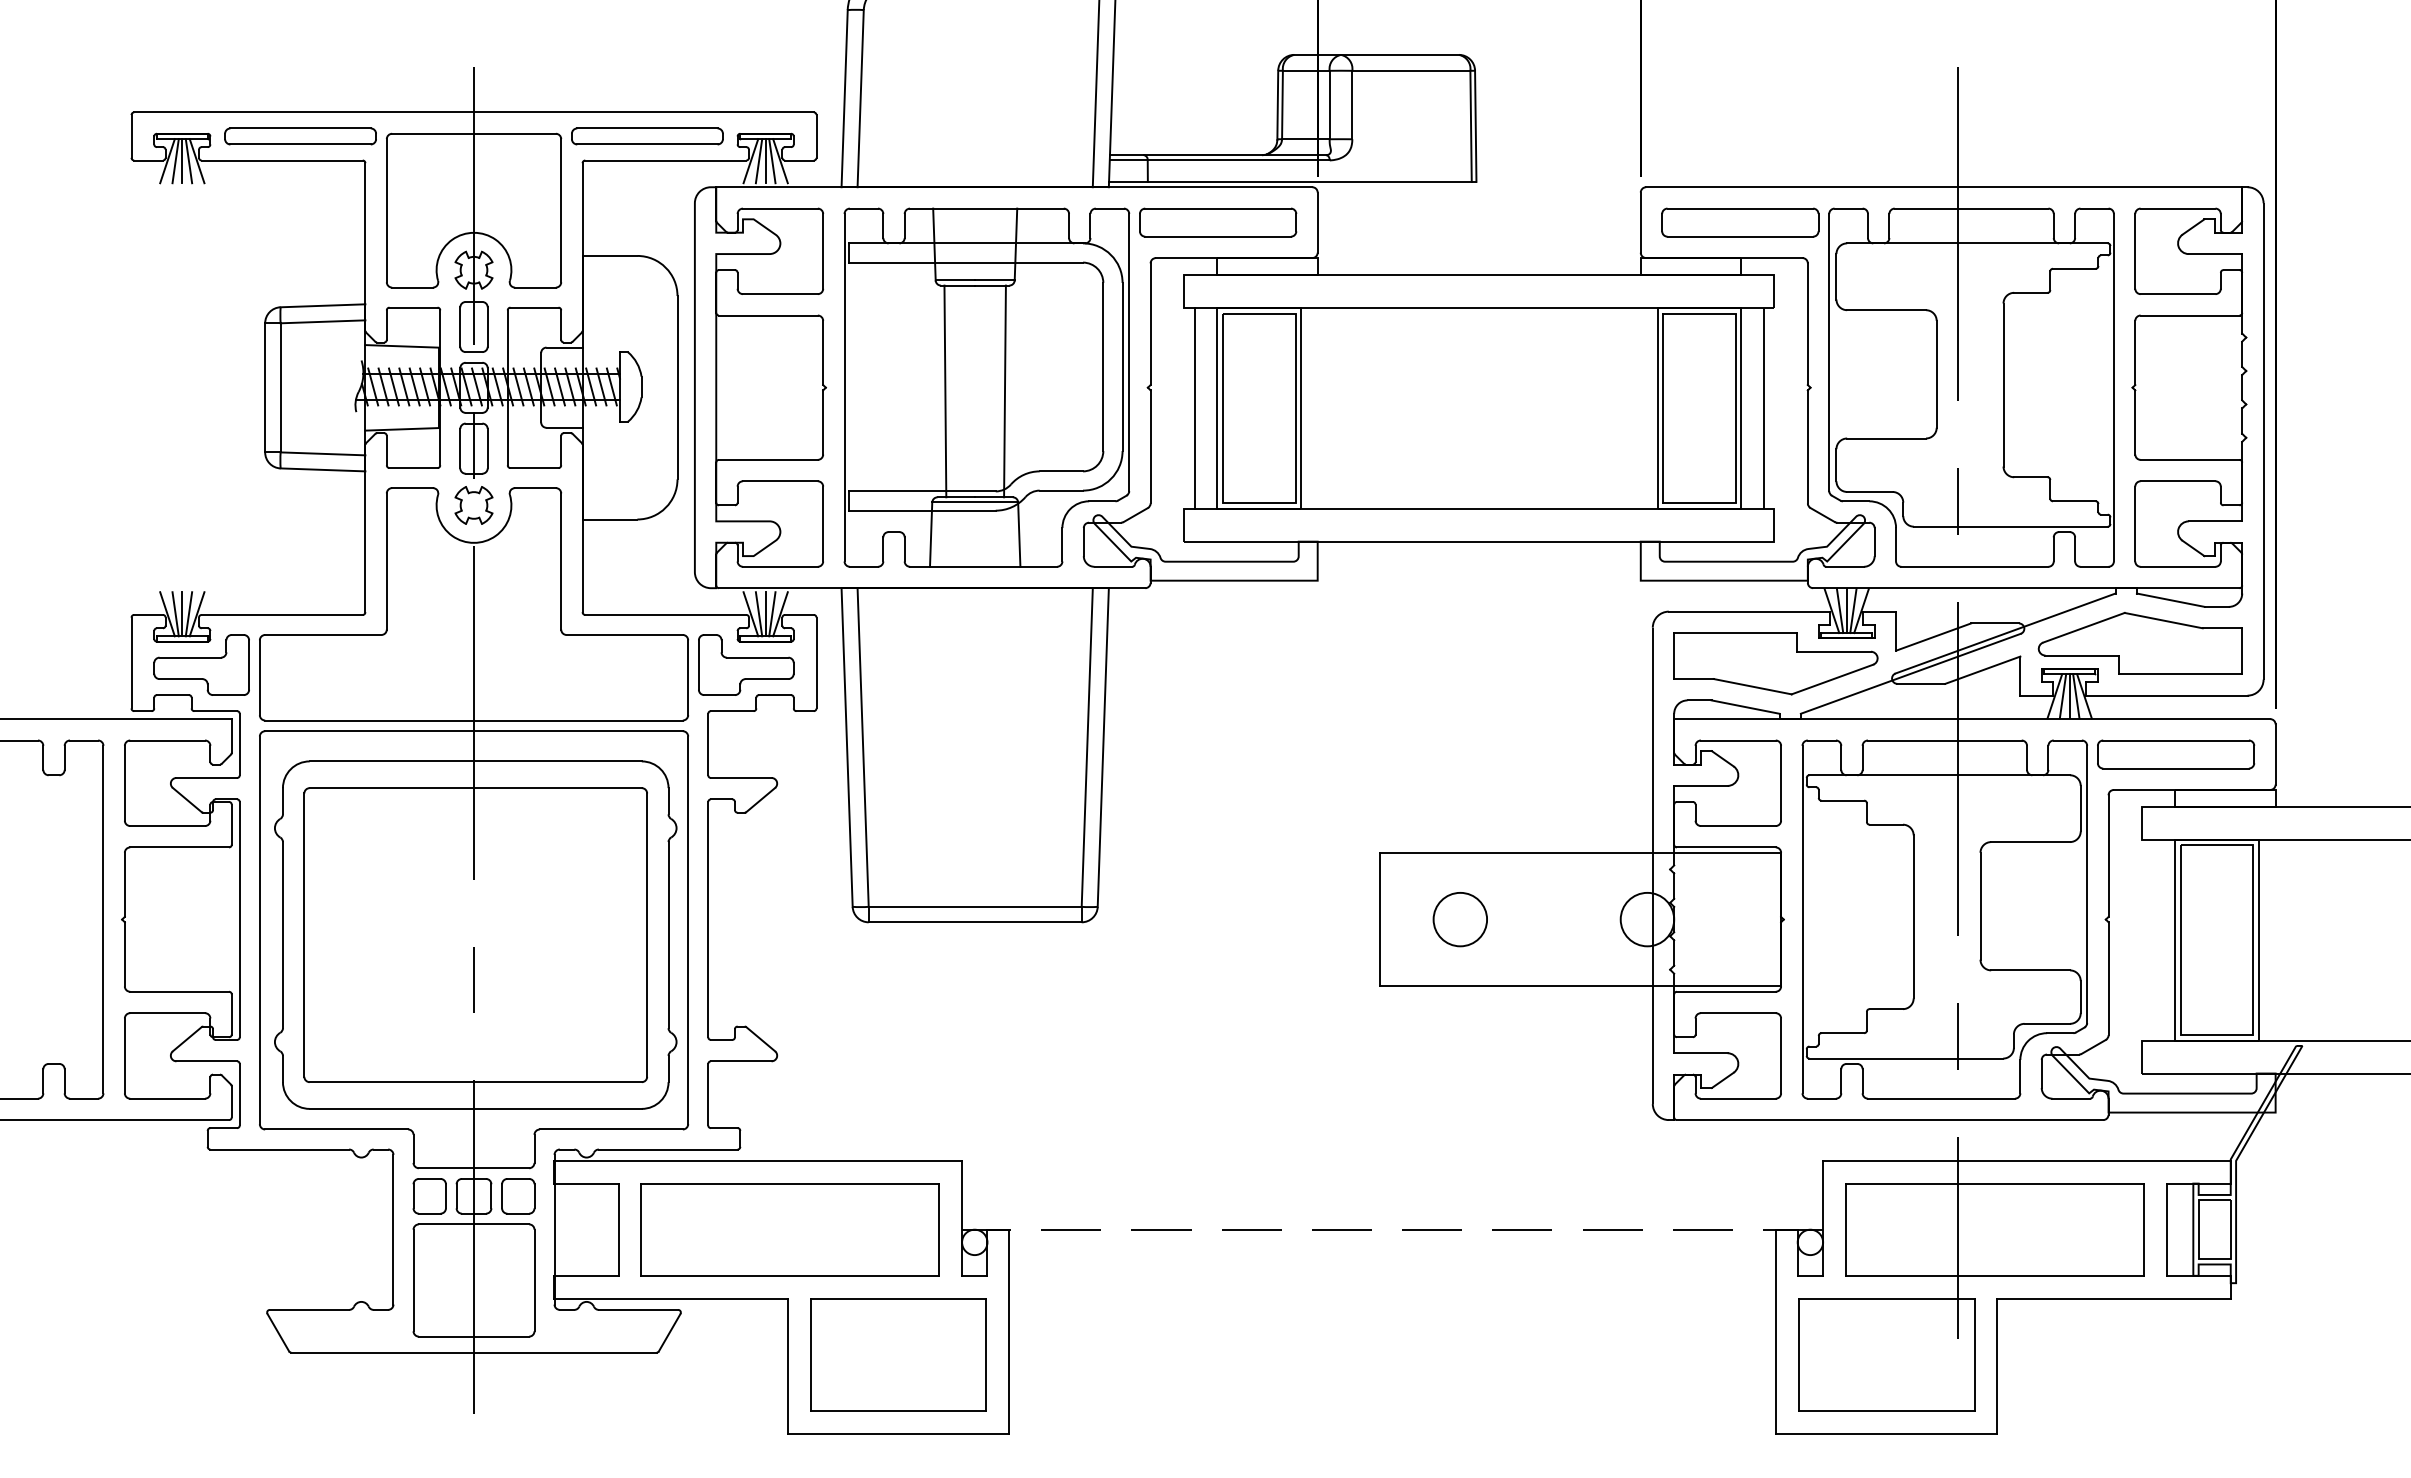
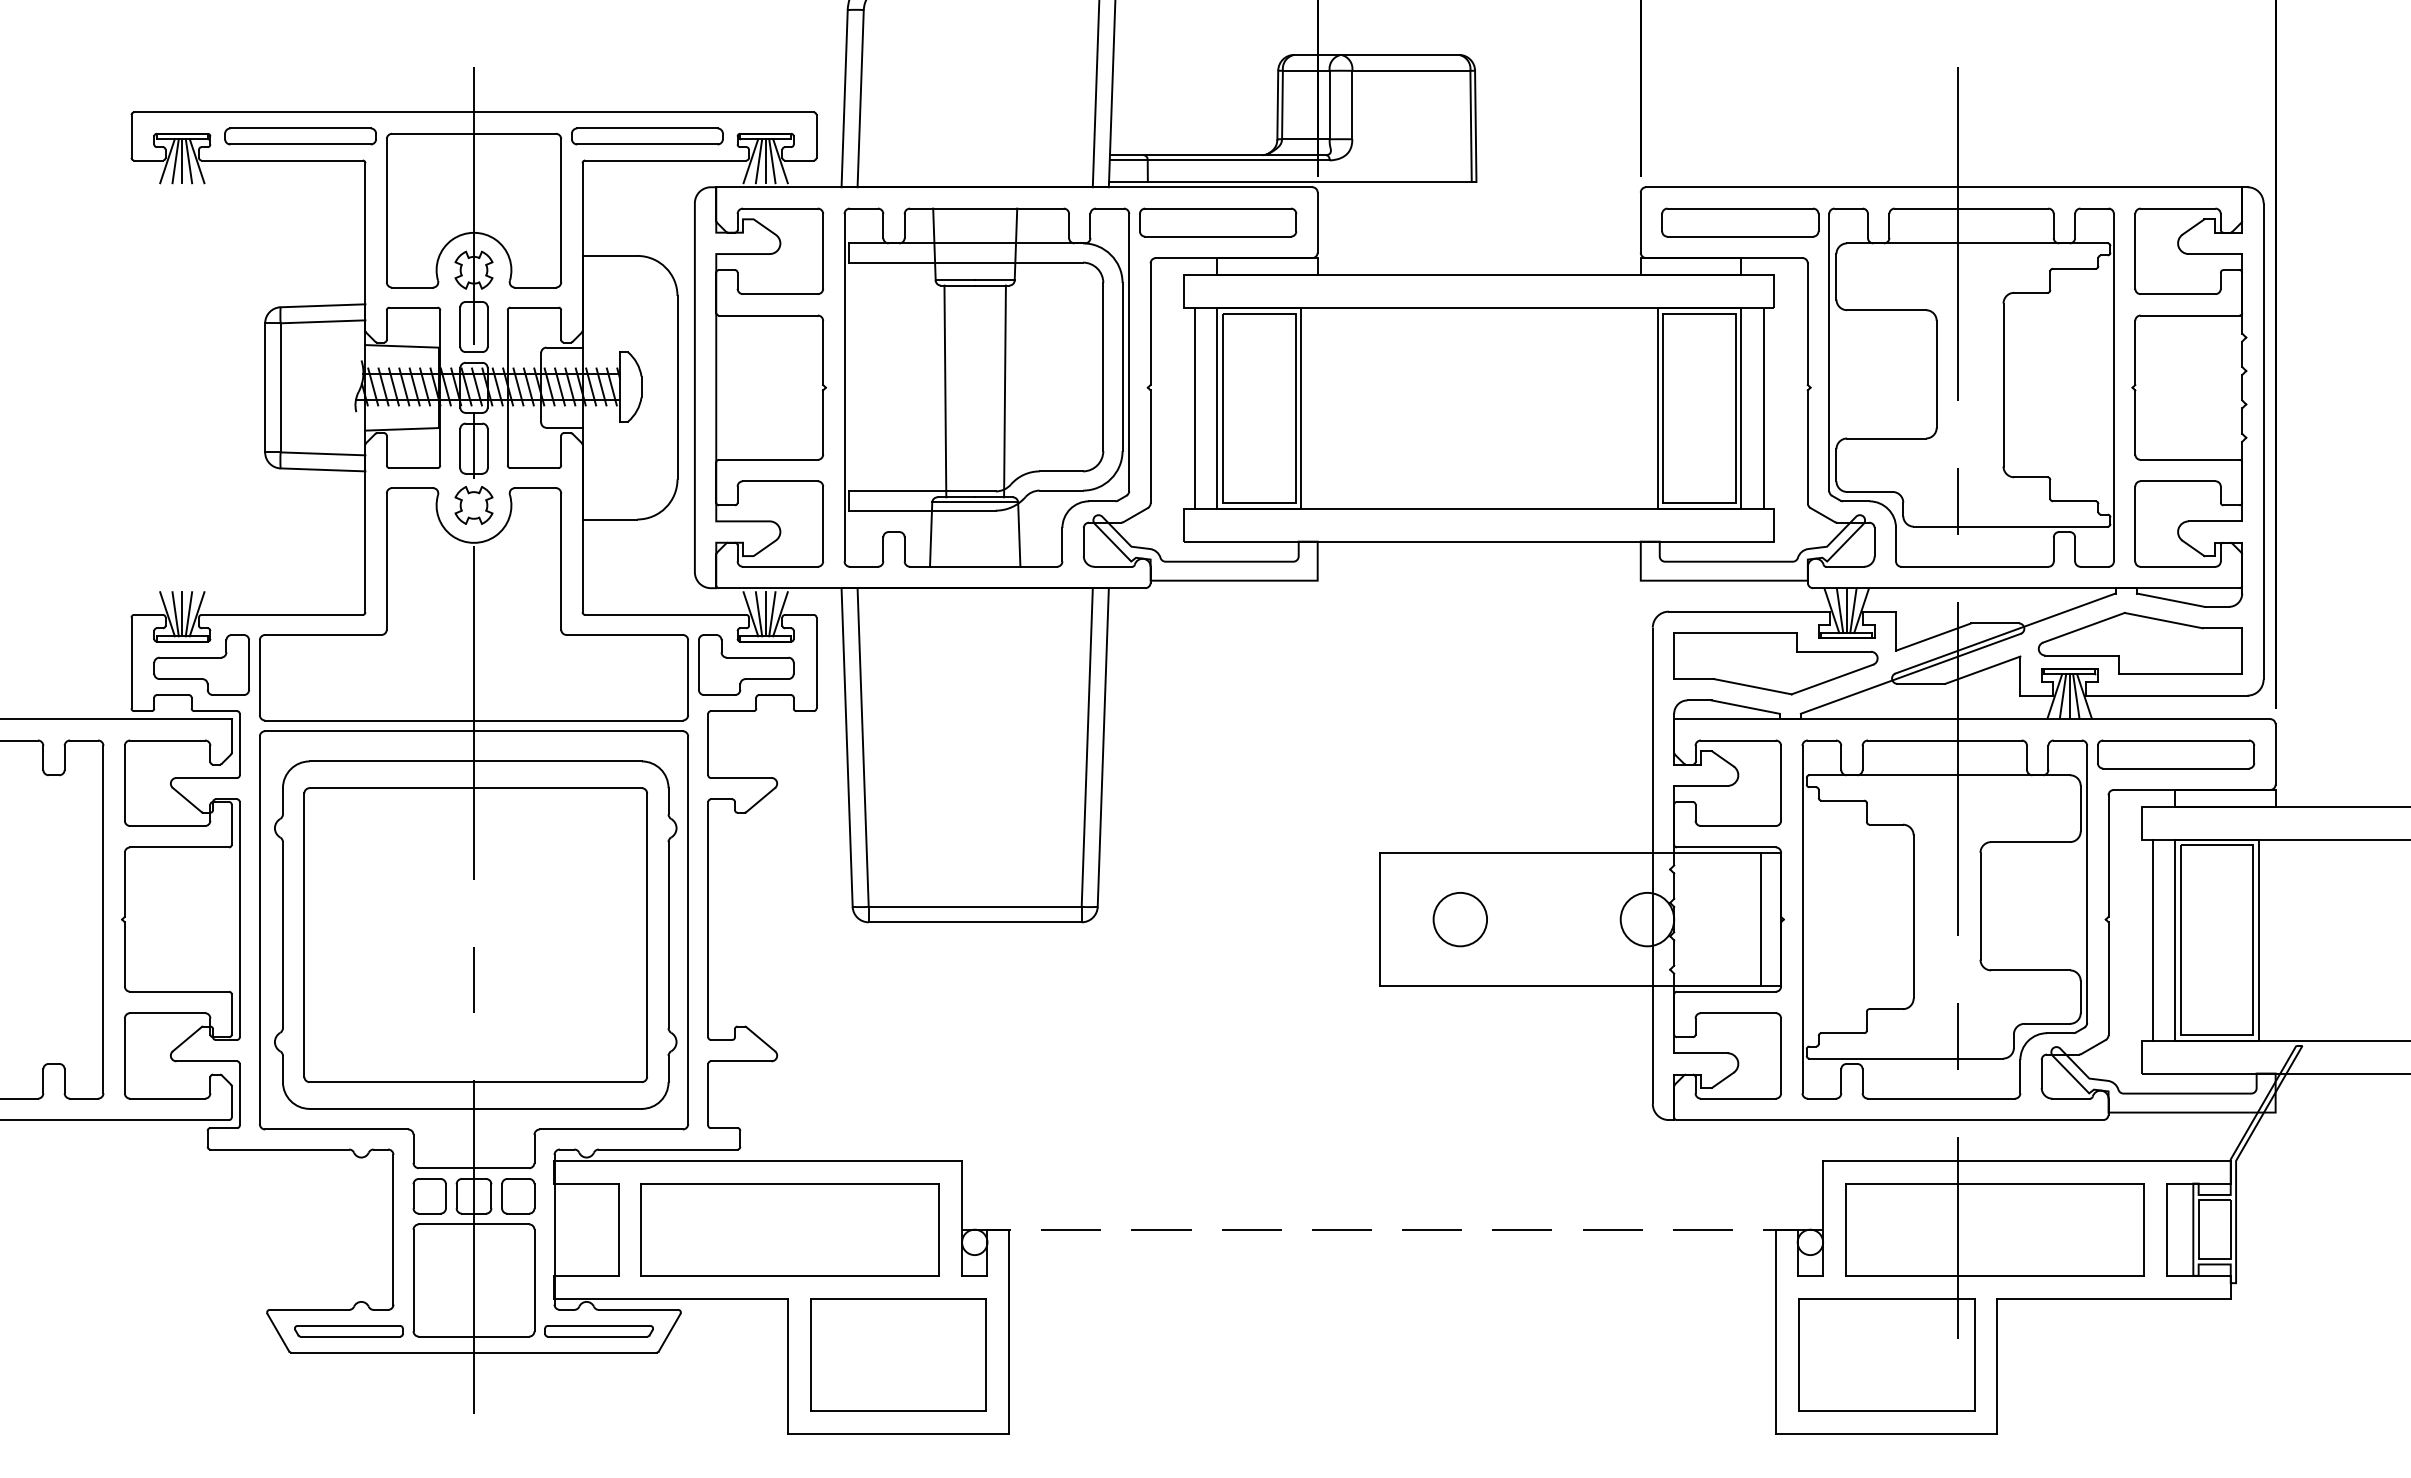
line at (1761, 919): none -> present
line at (2152, 940): none -> present
part at (348, 1331): none -> present
part at (598, 1331): none -> present
